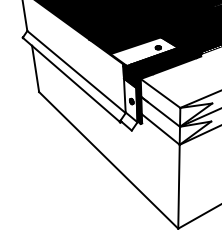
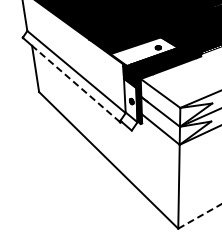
line at (75, 83): solid -> dashed
line at (200, 216): solid -> dashed
